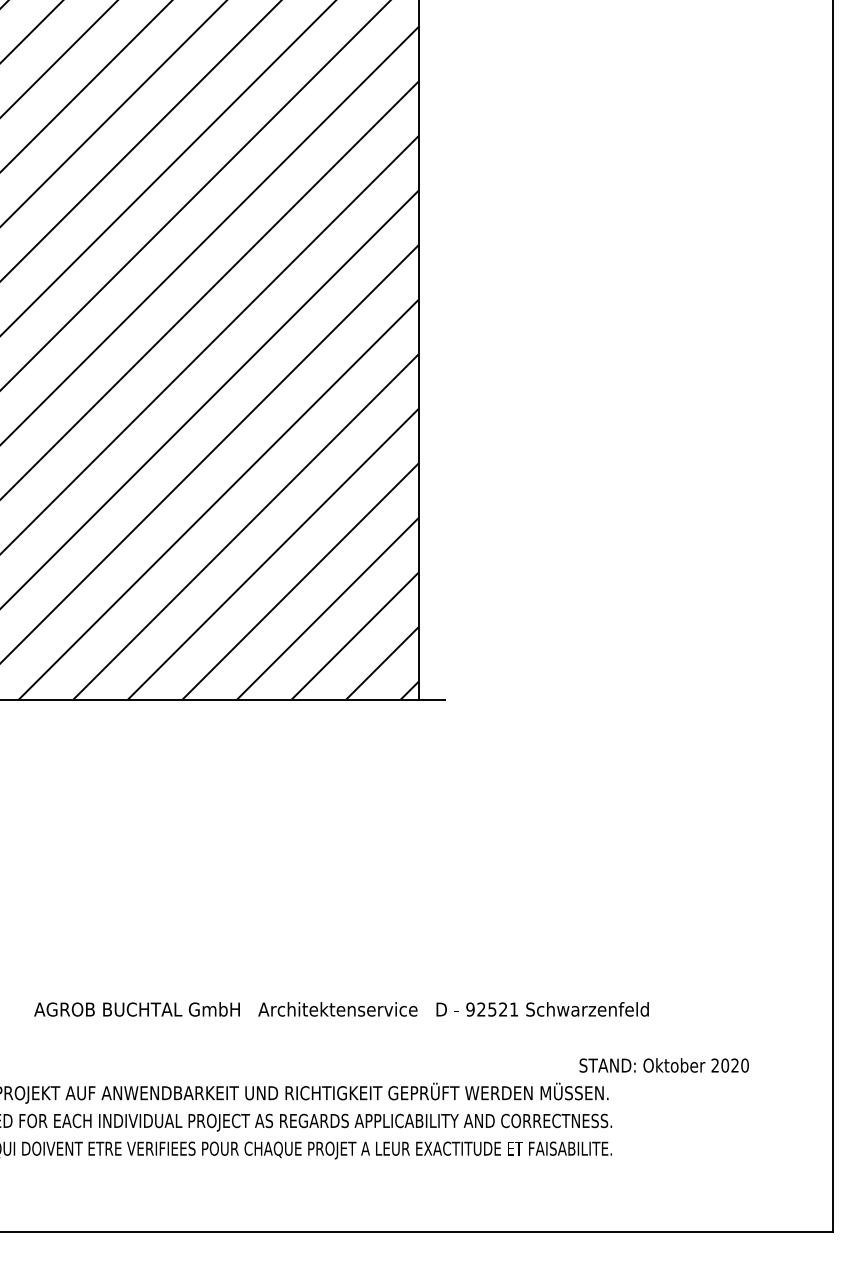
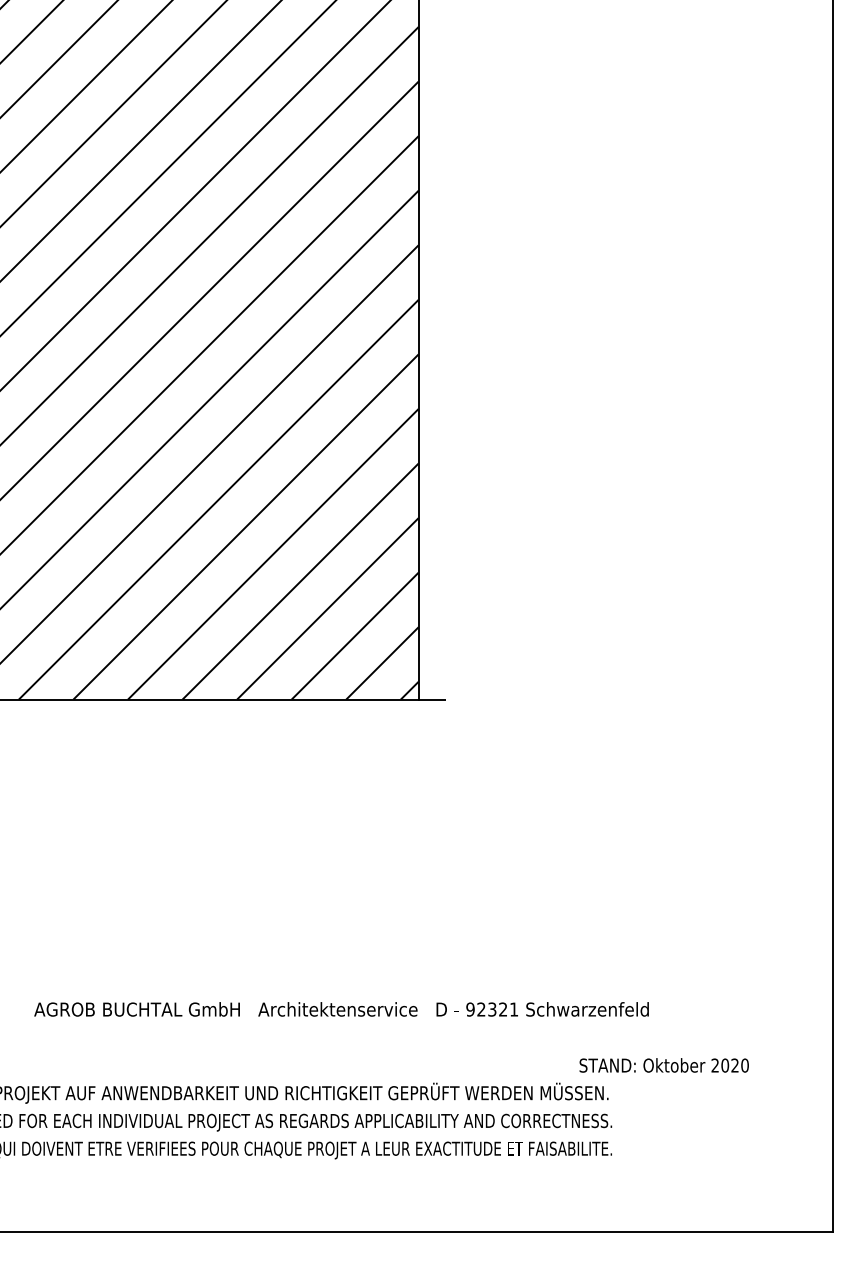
text at (492, 1008): 92521 -> 92321
